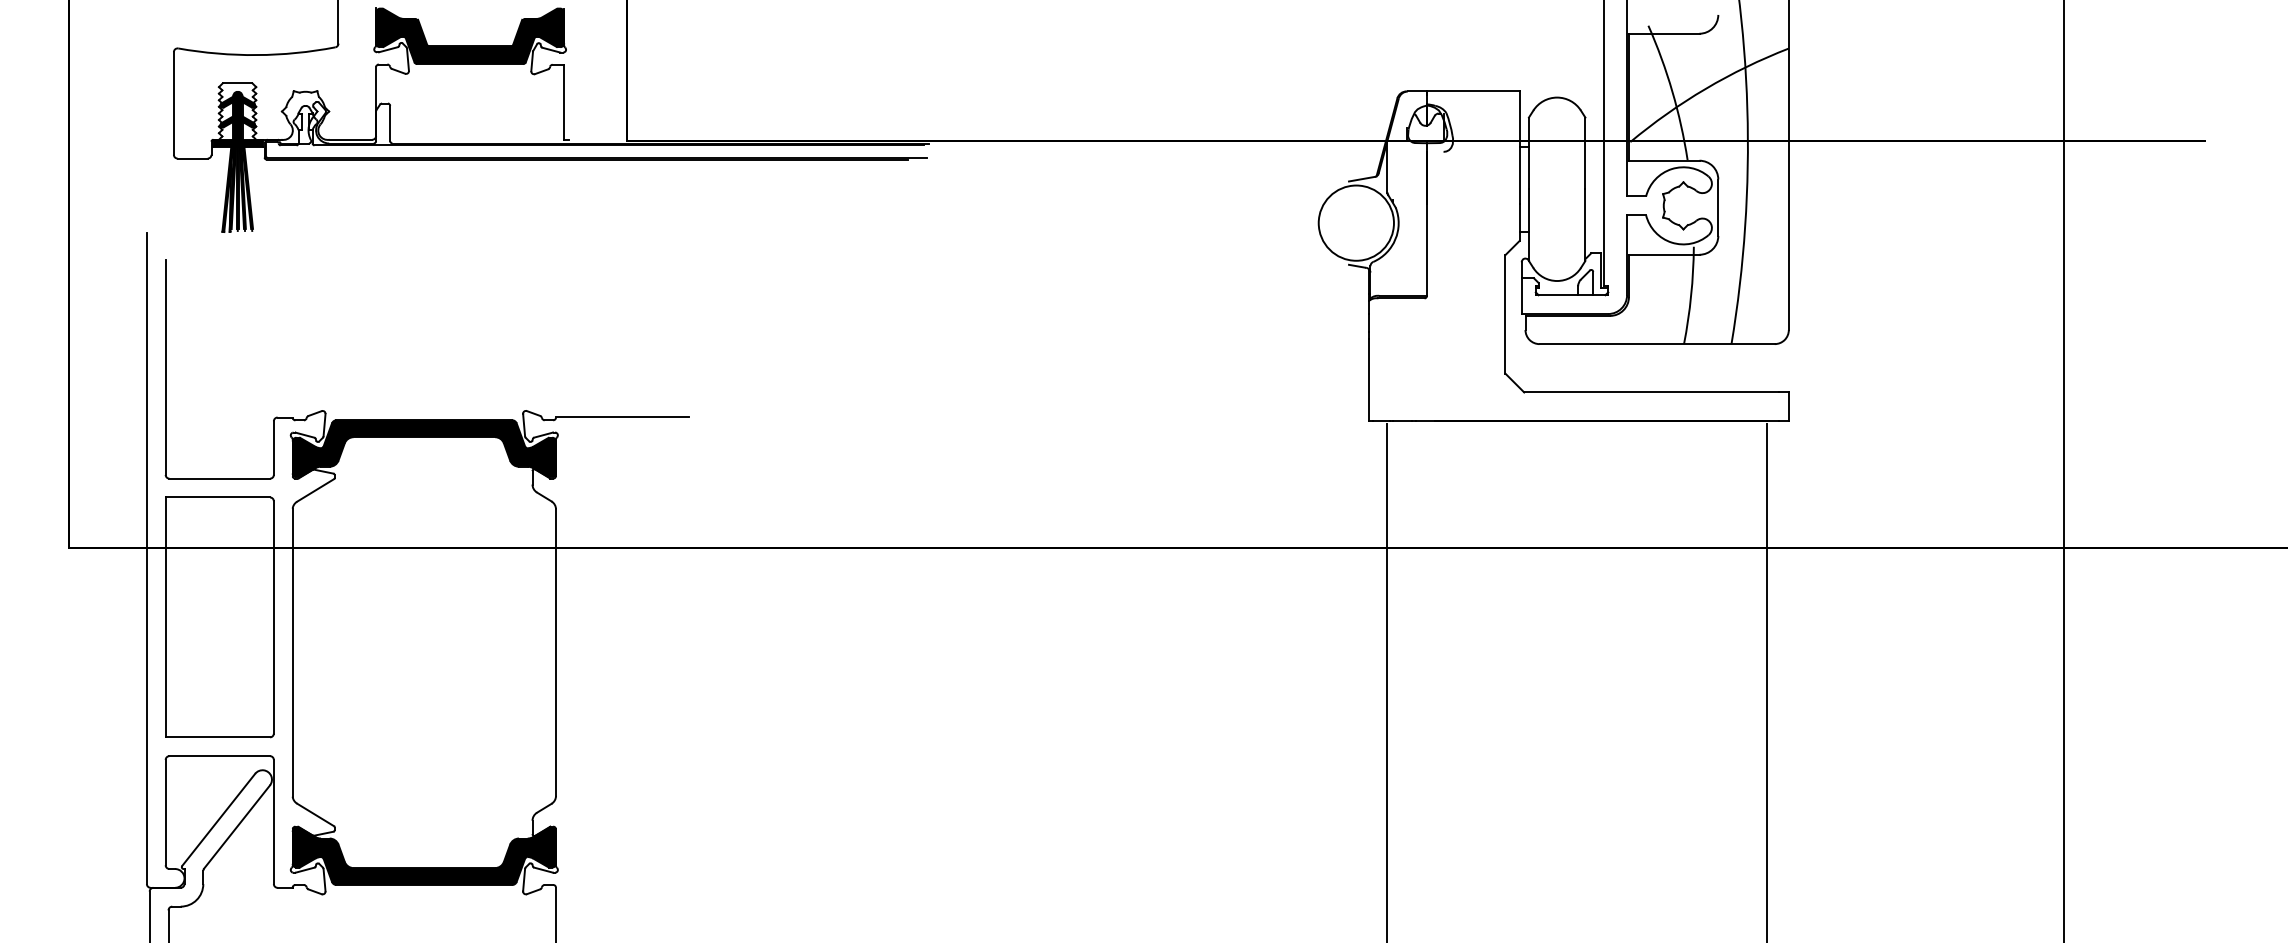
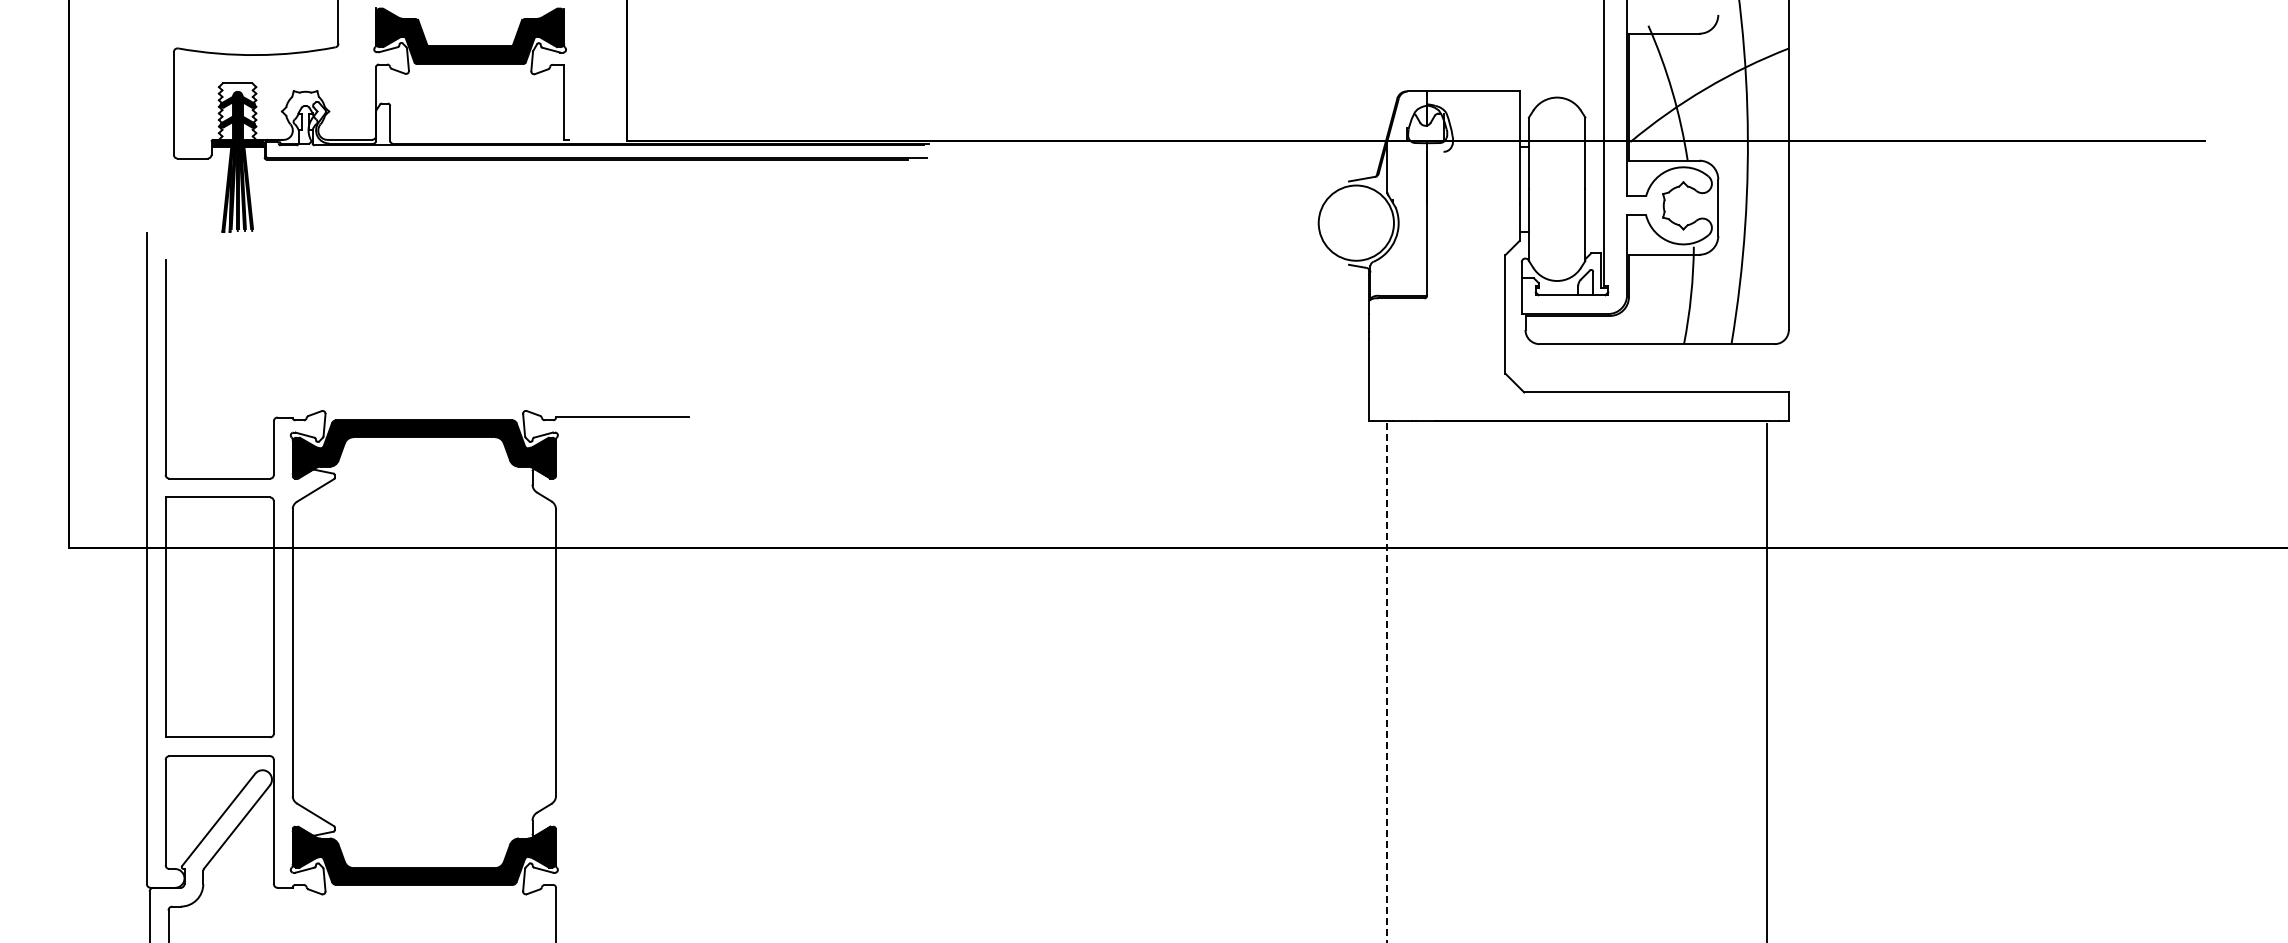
line at (2064, 470): present -> none
line at (1387, 682): solid -> dashed
